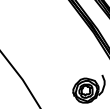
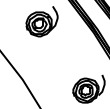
part at (41, 21): none -> present
